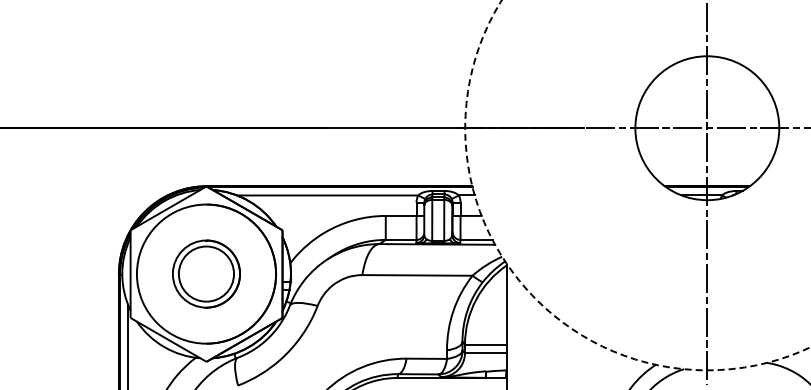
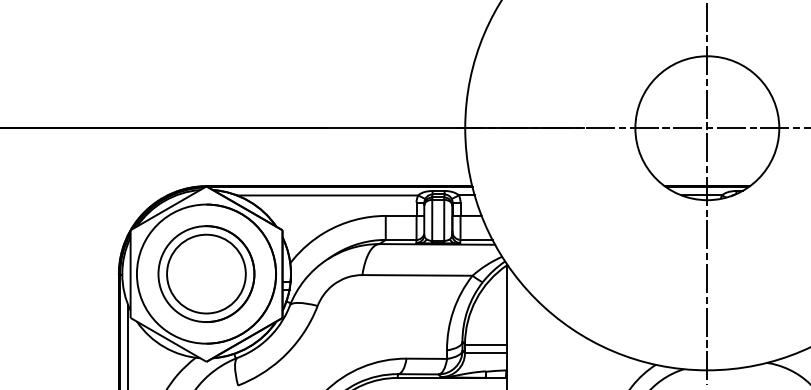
circle at (637, 185): dashed -> solid
part at (206, 273) size: 69x70 px -> 99x98 px
